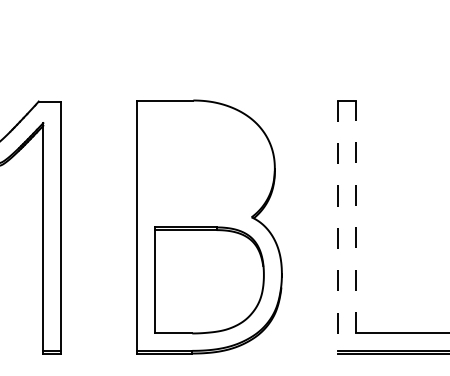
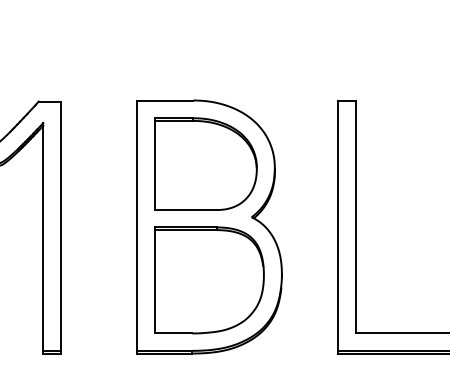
part at (205, 163): none -> present
line at (355, 216): dashed -> solid
line at (337, 227): dashed -> solid
